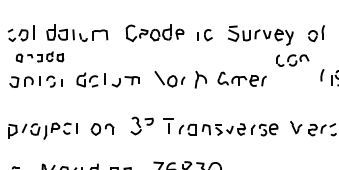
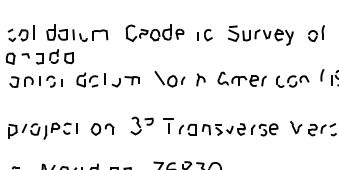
part at (39, 56) size: 50x12 px -> 70x16 px
part at (292, 60) position: (292, 60) -> (292, 81)
part at (200, 79) size: 14x19 px -> 10x14 px
